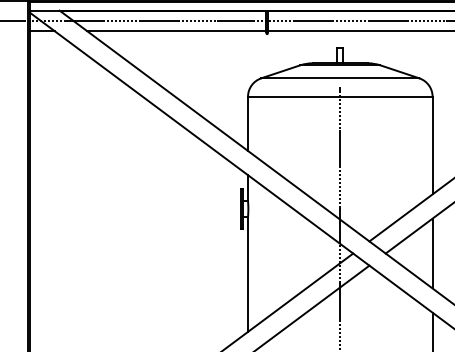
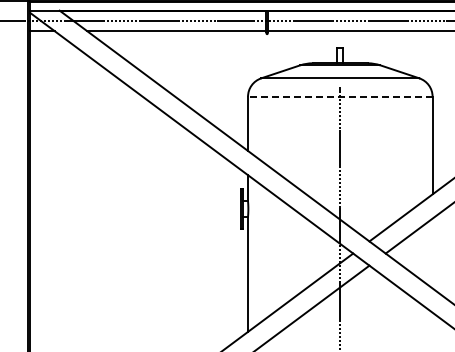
line at (339, 96): solid -> dashed
line at (432, 253): present -> none
line at (432, 330): present -> none
